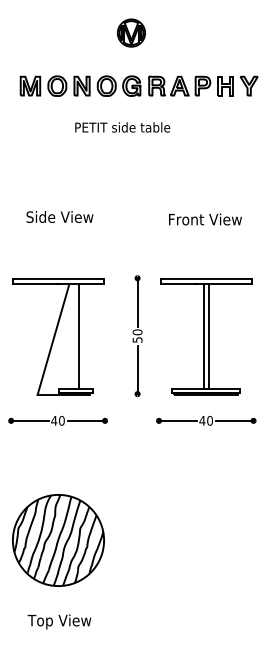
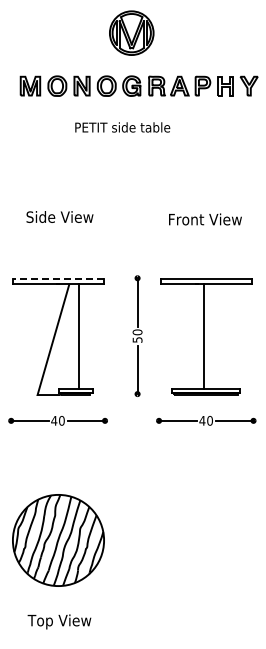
part at (130, 32) size: 30x30 px -> 46x46 px
line at (58, 279): solid -> dashed
line at (208, 335): present -> none
